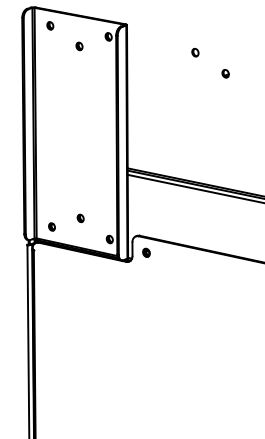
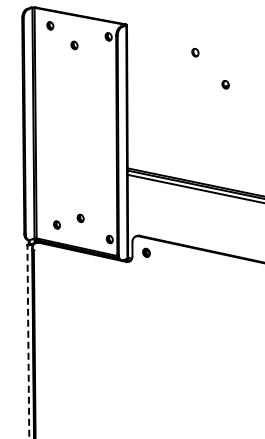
part at (79, 46) position: (79, 46) -> (74, 45)
part at (225, 73) position: (225, 73) -> (225, 84)
part at (51, 226) position: (51, 226) -> (56, 224)
line at (28, 341): solid -> dashed
